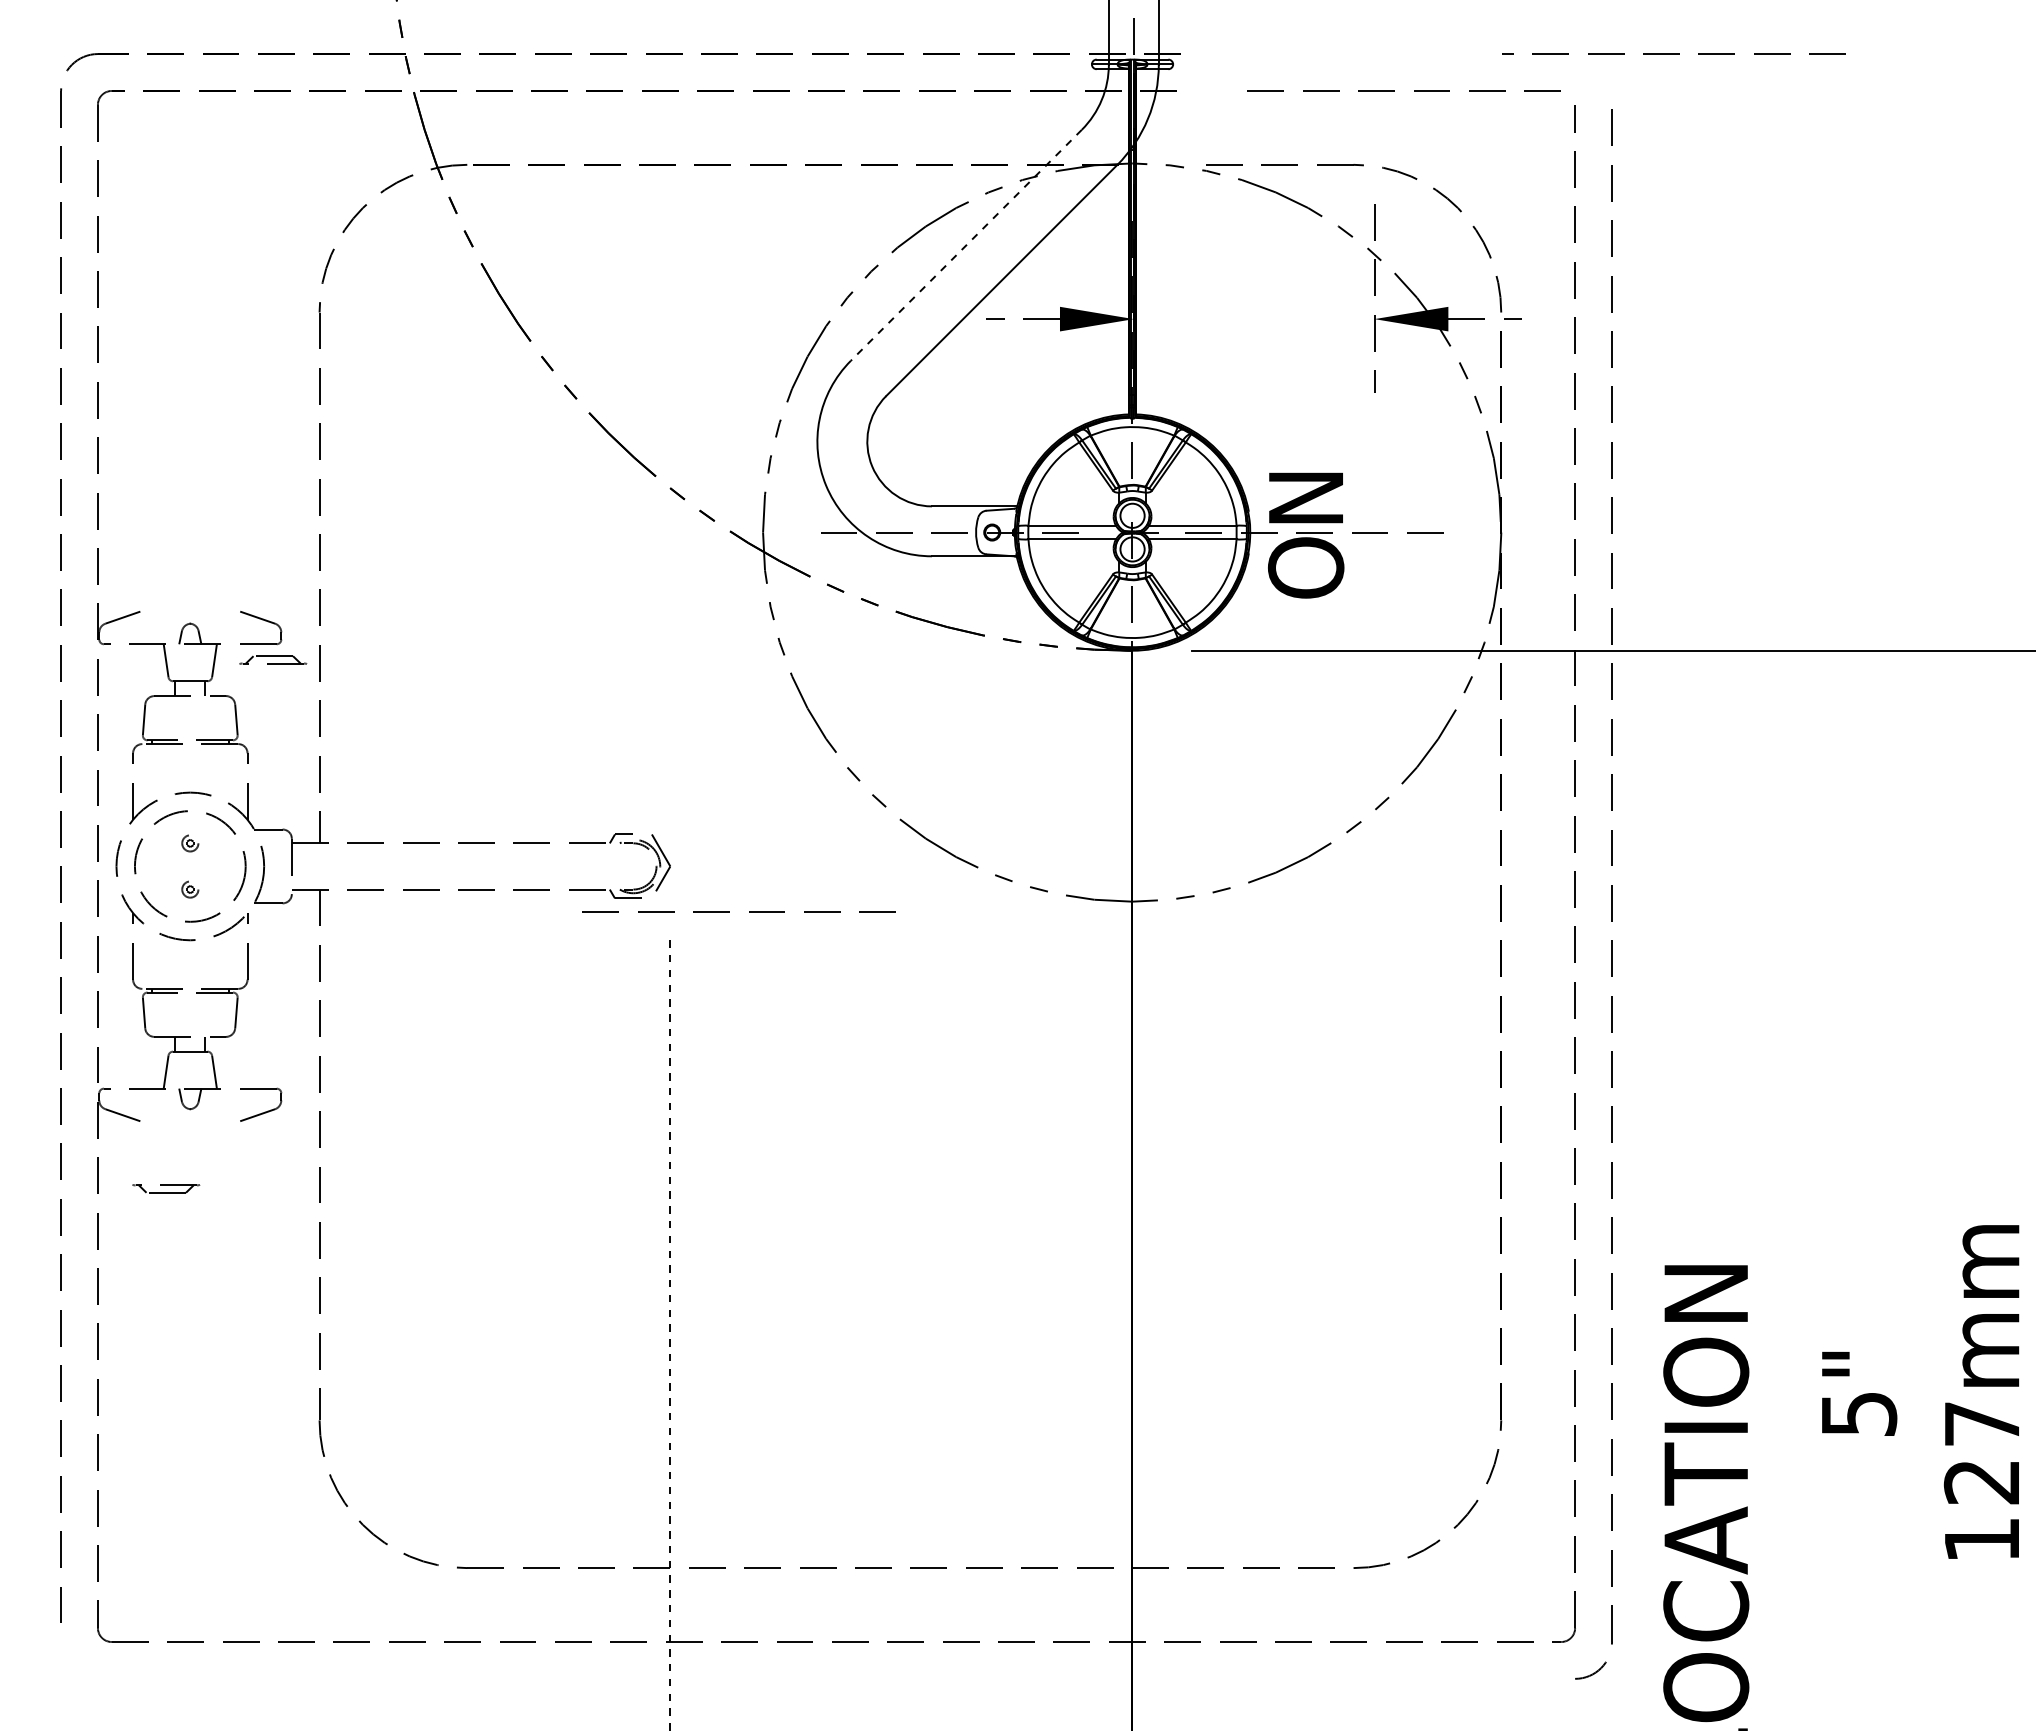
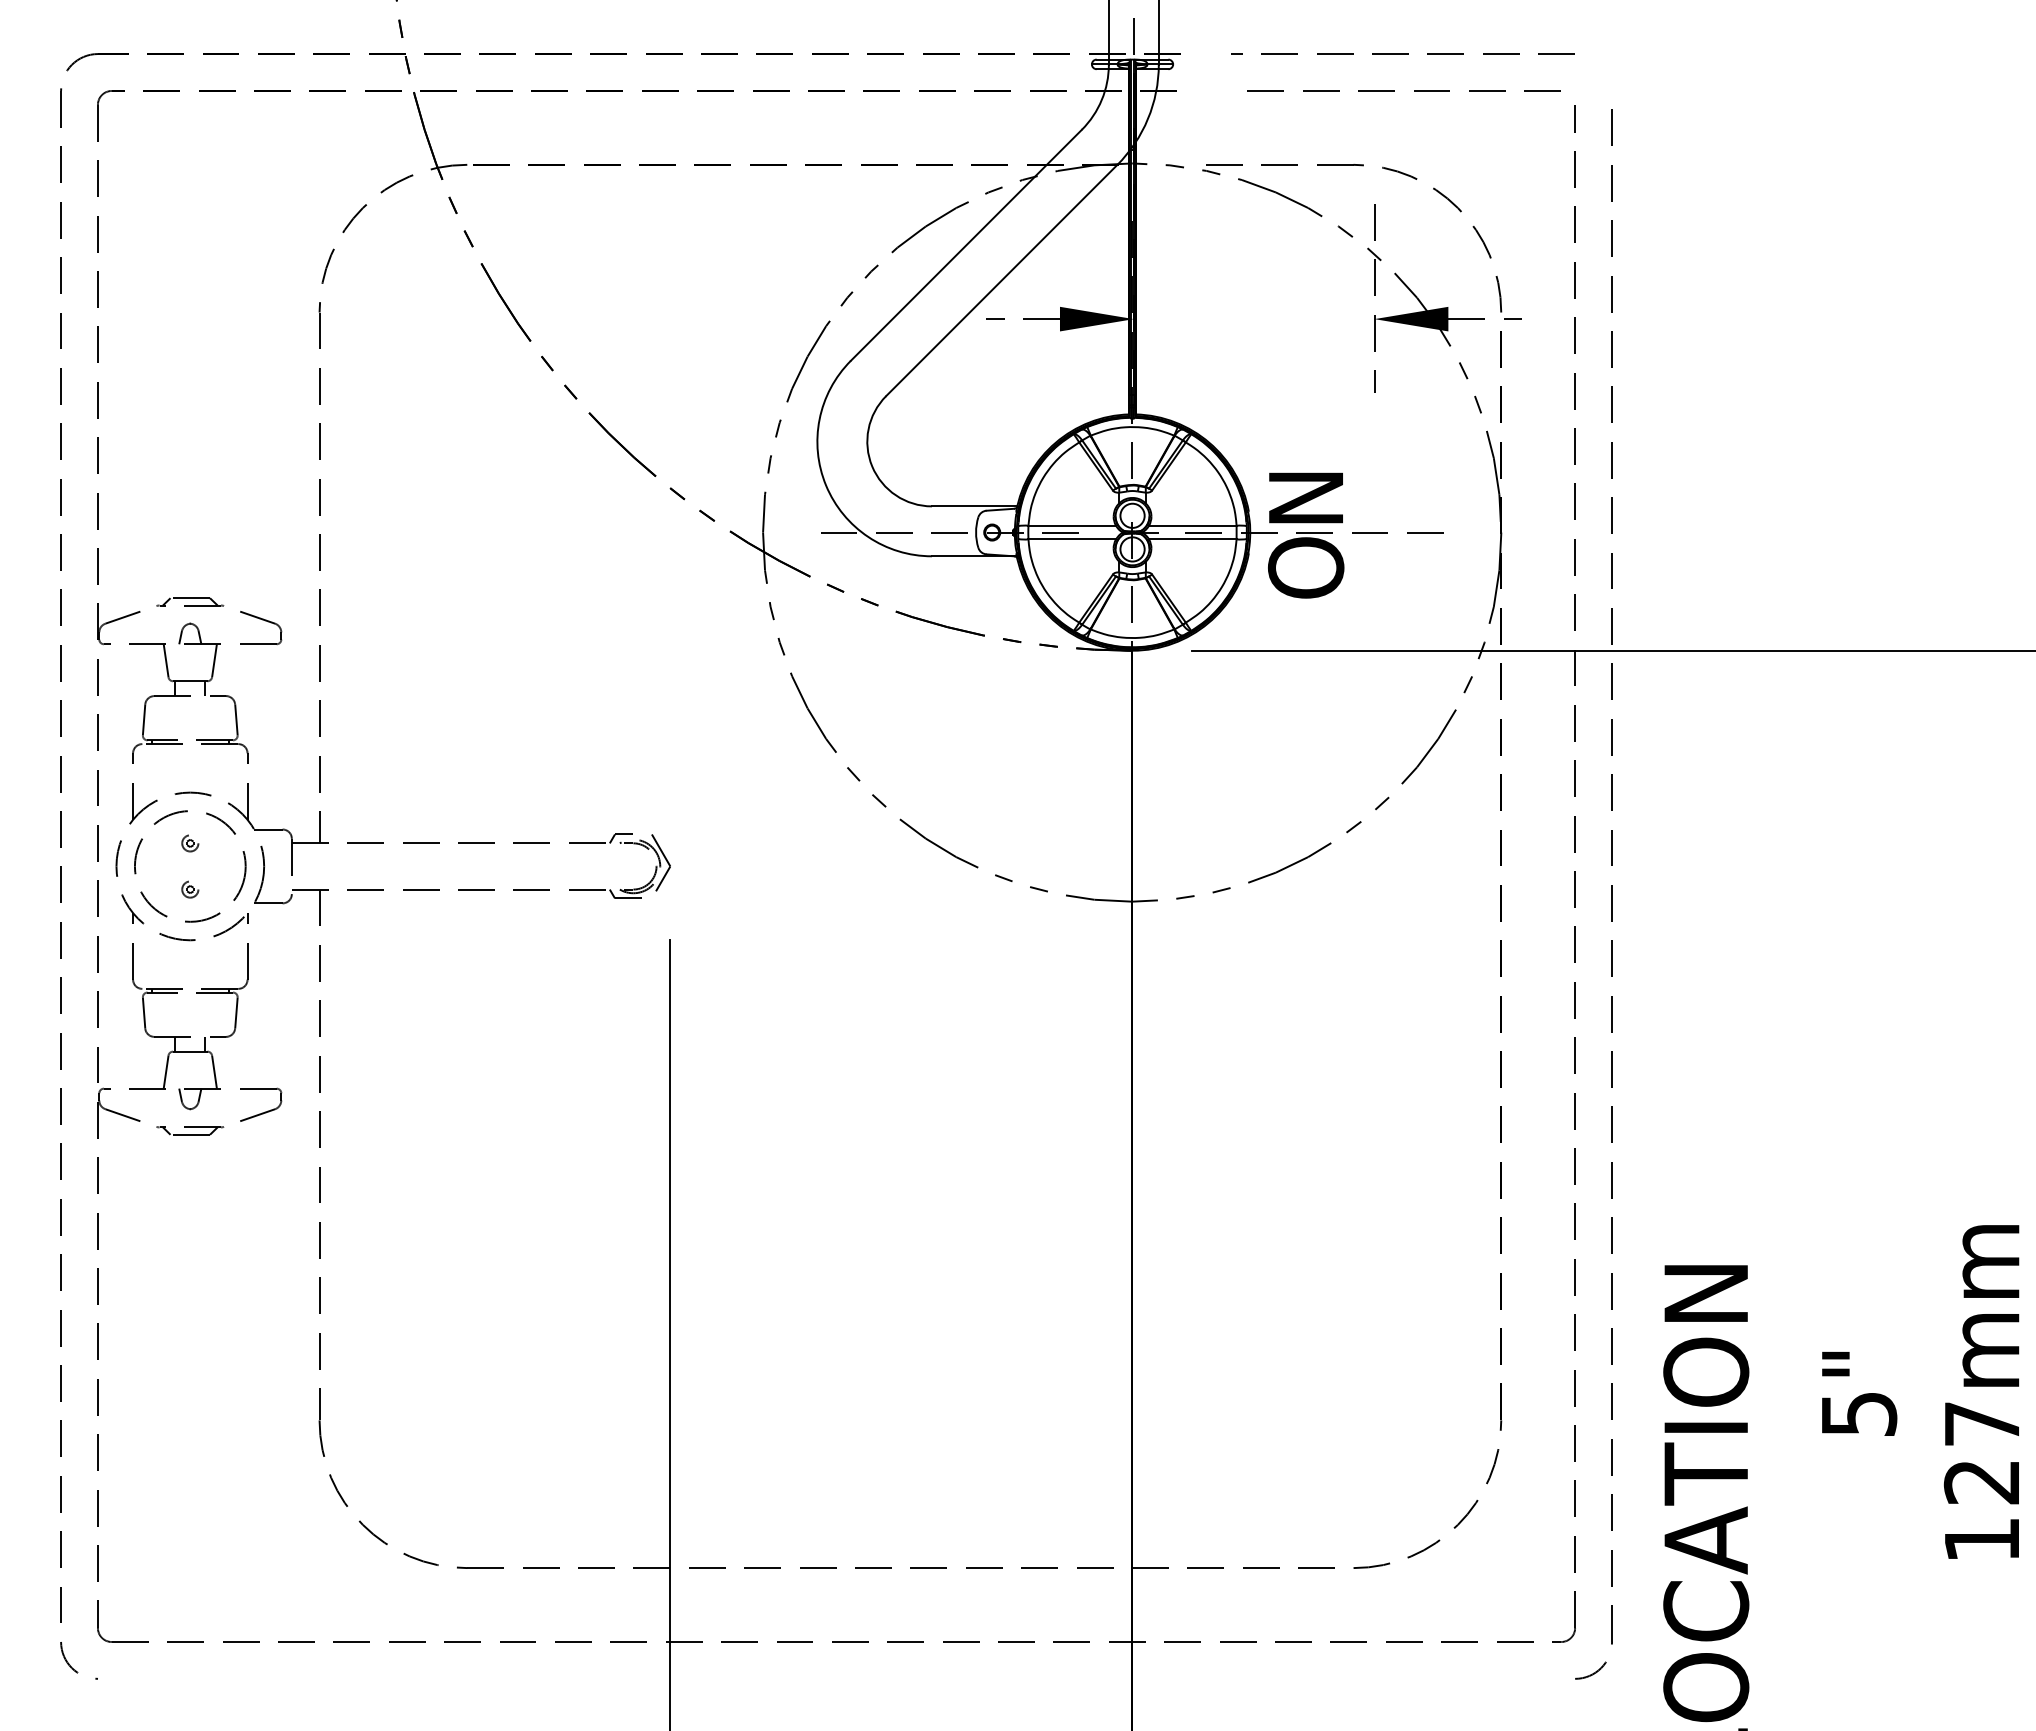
line at (1673, 53) position: (1673, 53) -> (1402, 53)
line at (966, 245): dashed -> solid
part at (273, 659) position: (273, 659) -> (190, 601)
line at (729, 911): present -> none
part at (166, 1188) position: (166, 1188) -> (190, 1130)
line at (670, 1335): dashed -> solid
arc at (70, 1664): none -> present
